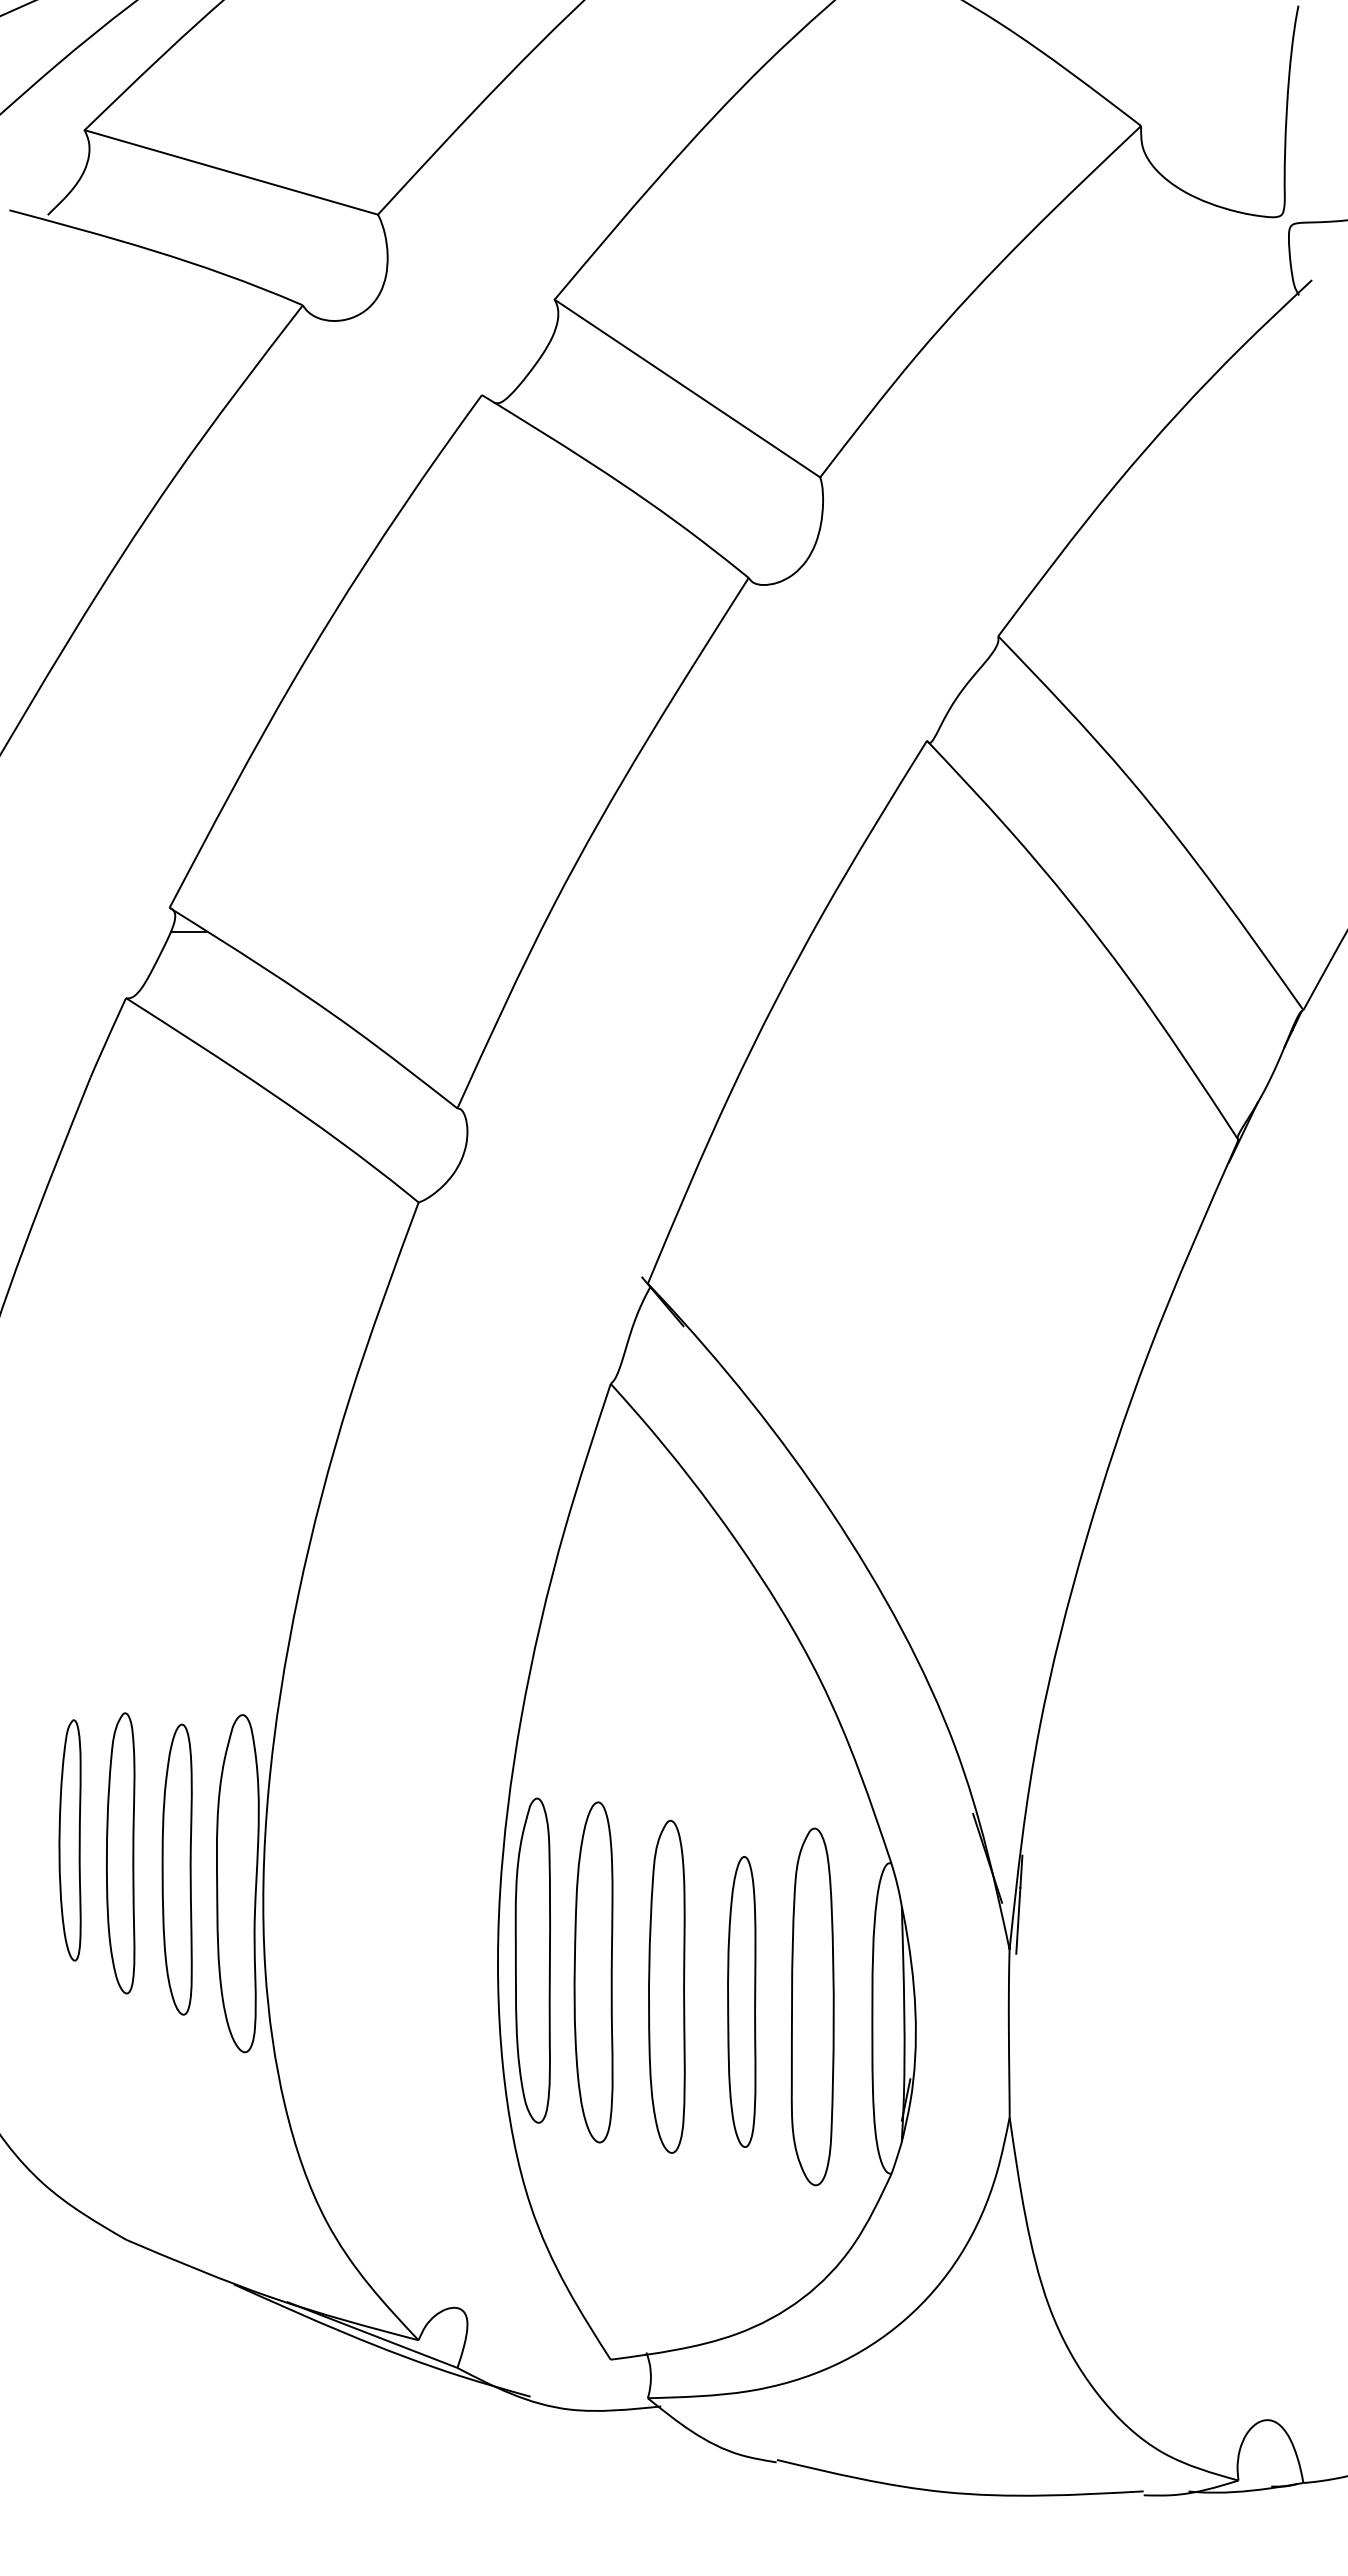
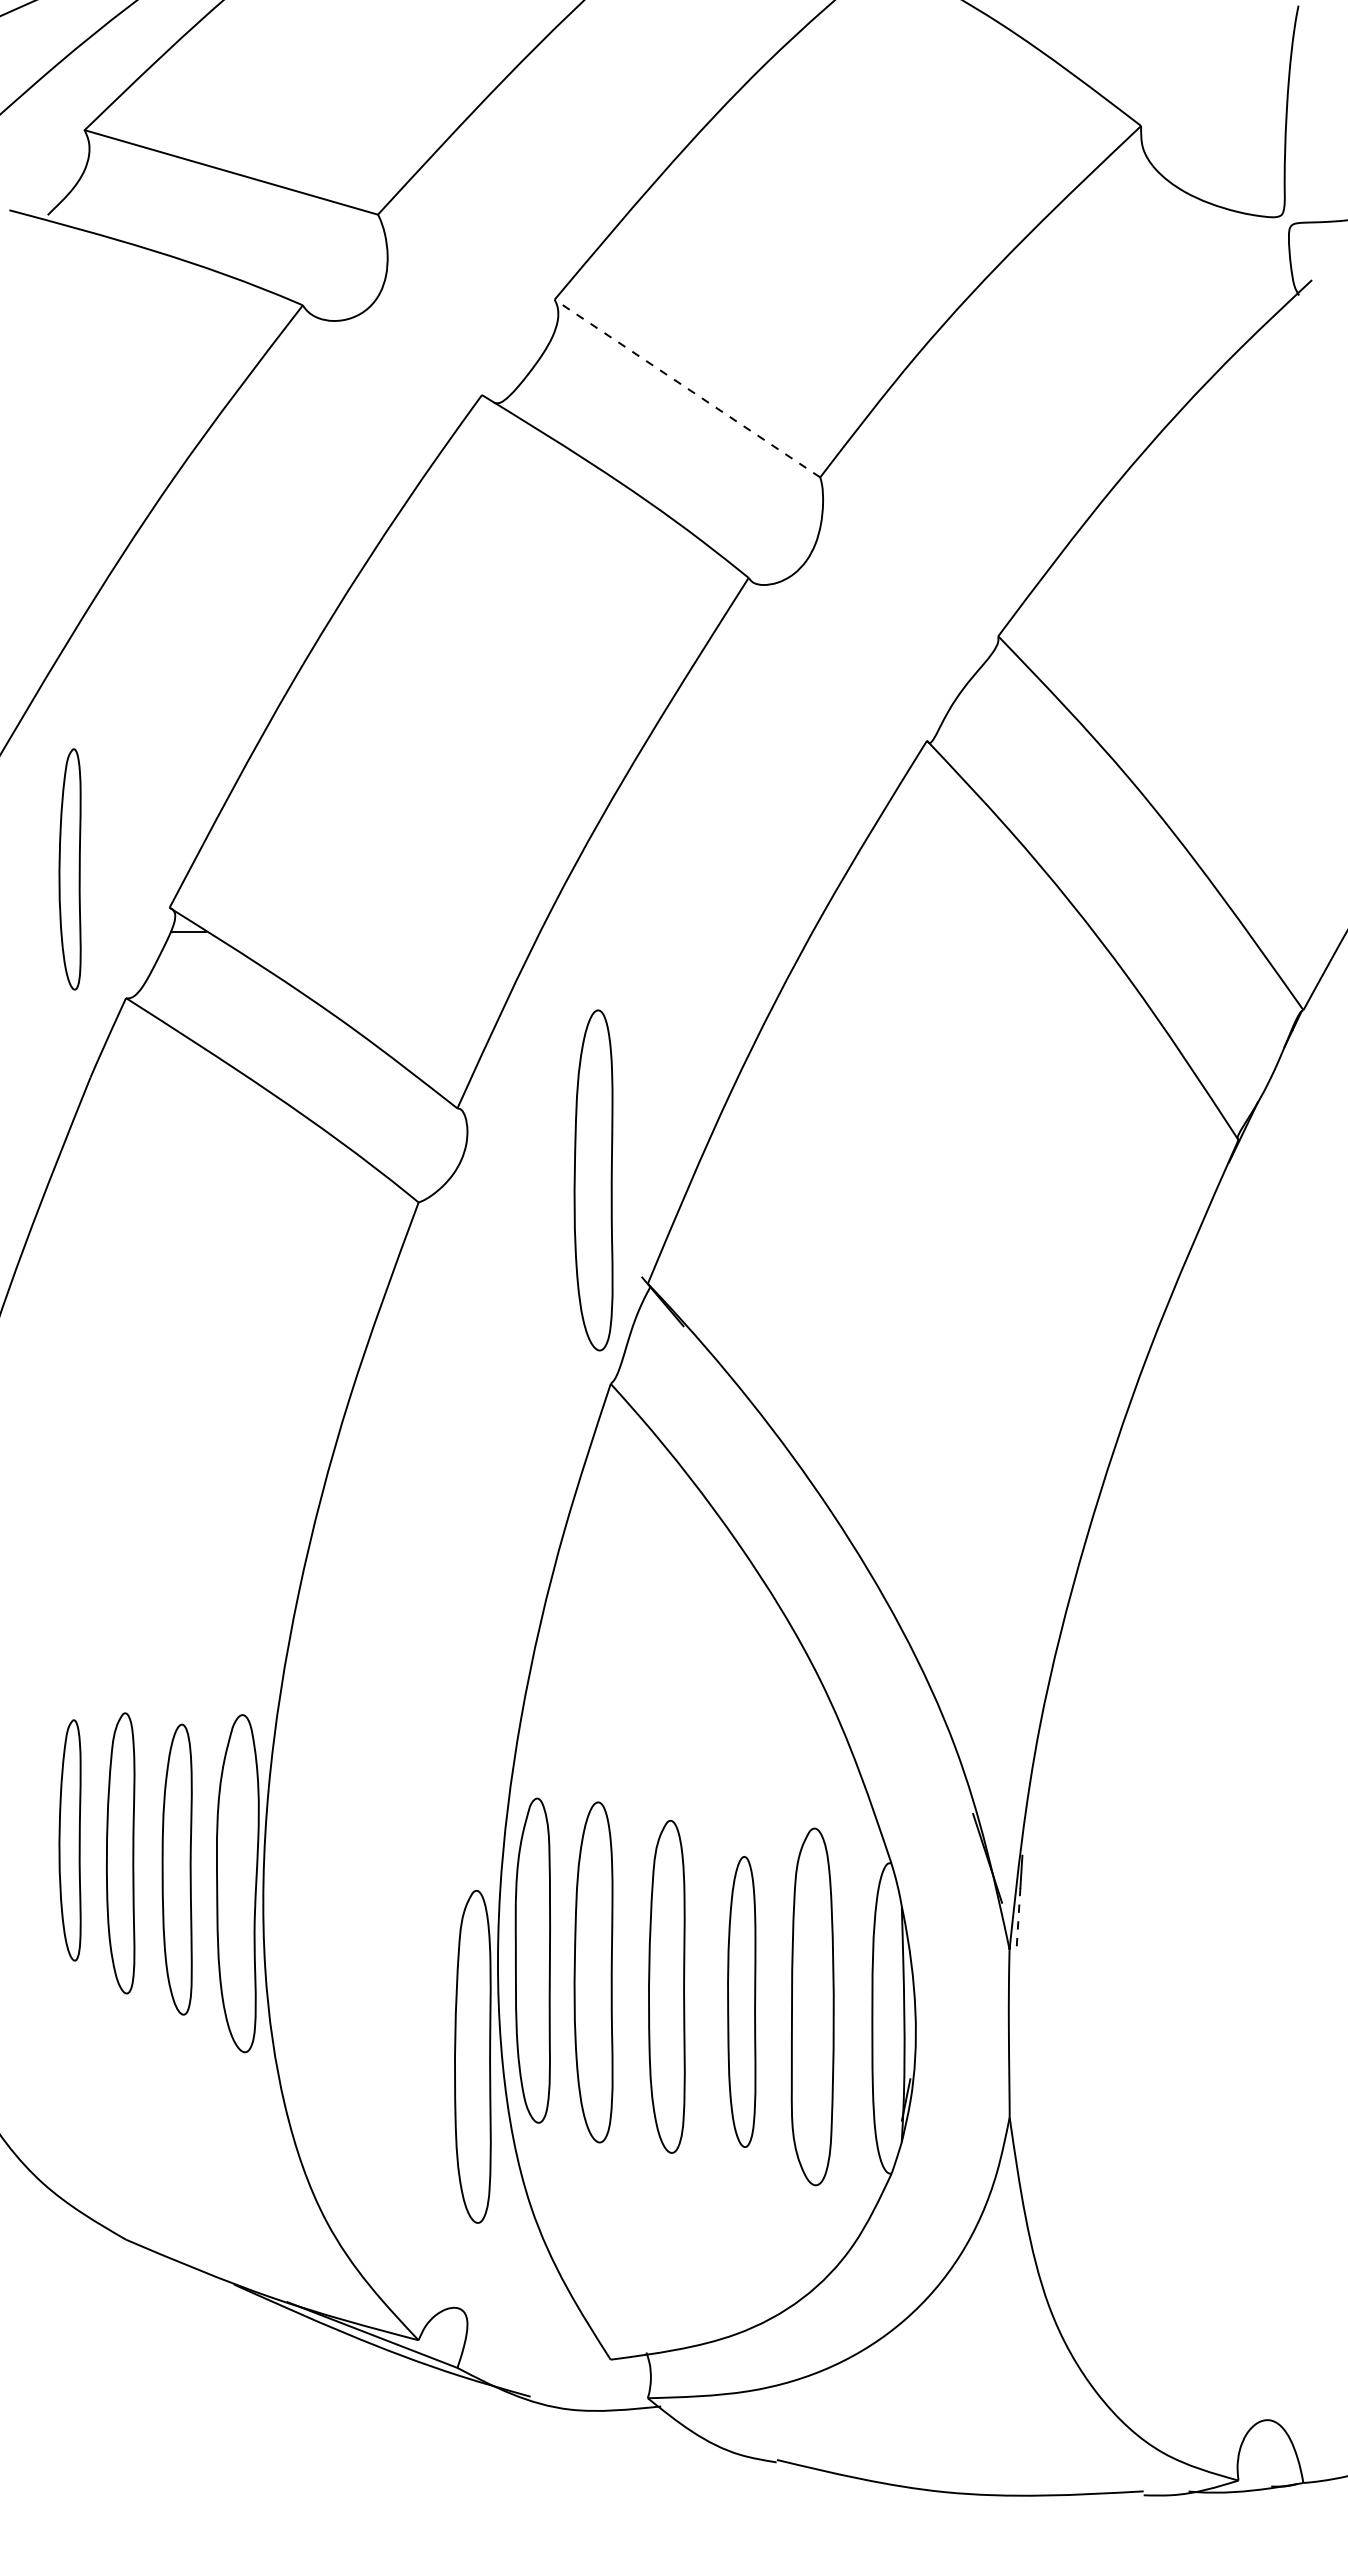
line at (687, 388): solid -> dashed
part at (69, 869): none -> present
part at (593, 1180): none -> present
line at (1018, 1921): solid -> dashed
part at (472, 2056): none -> present
